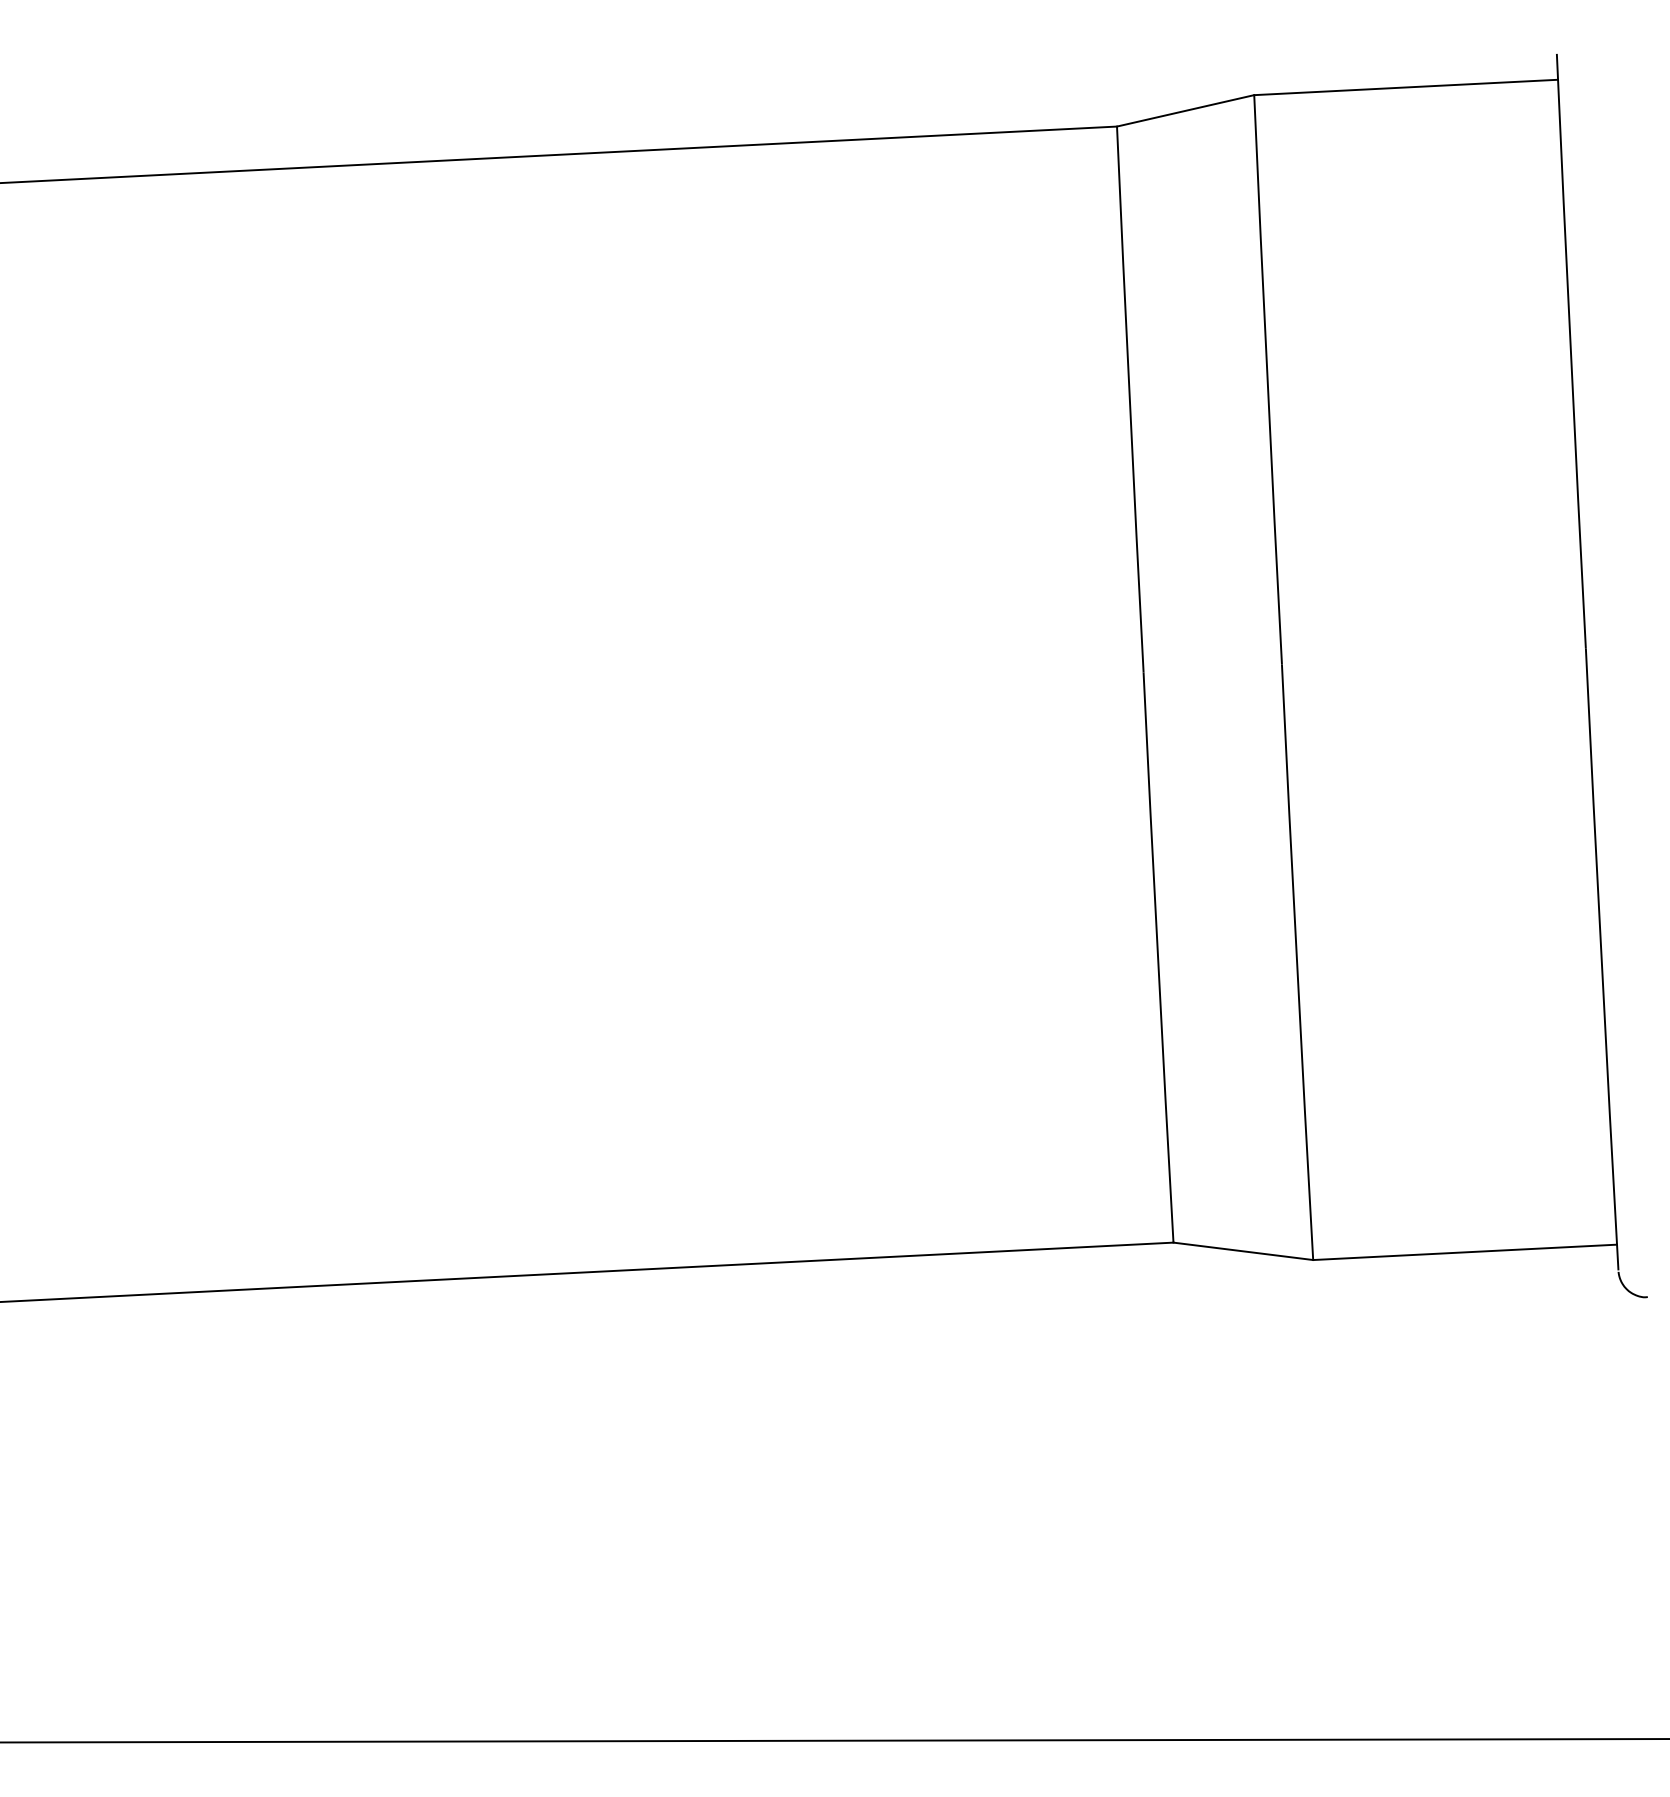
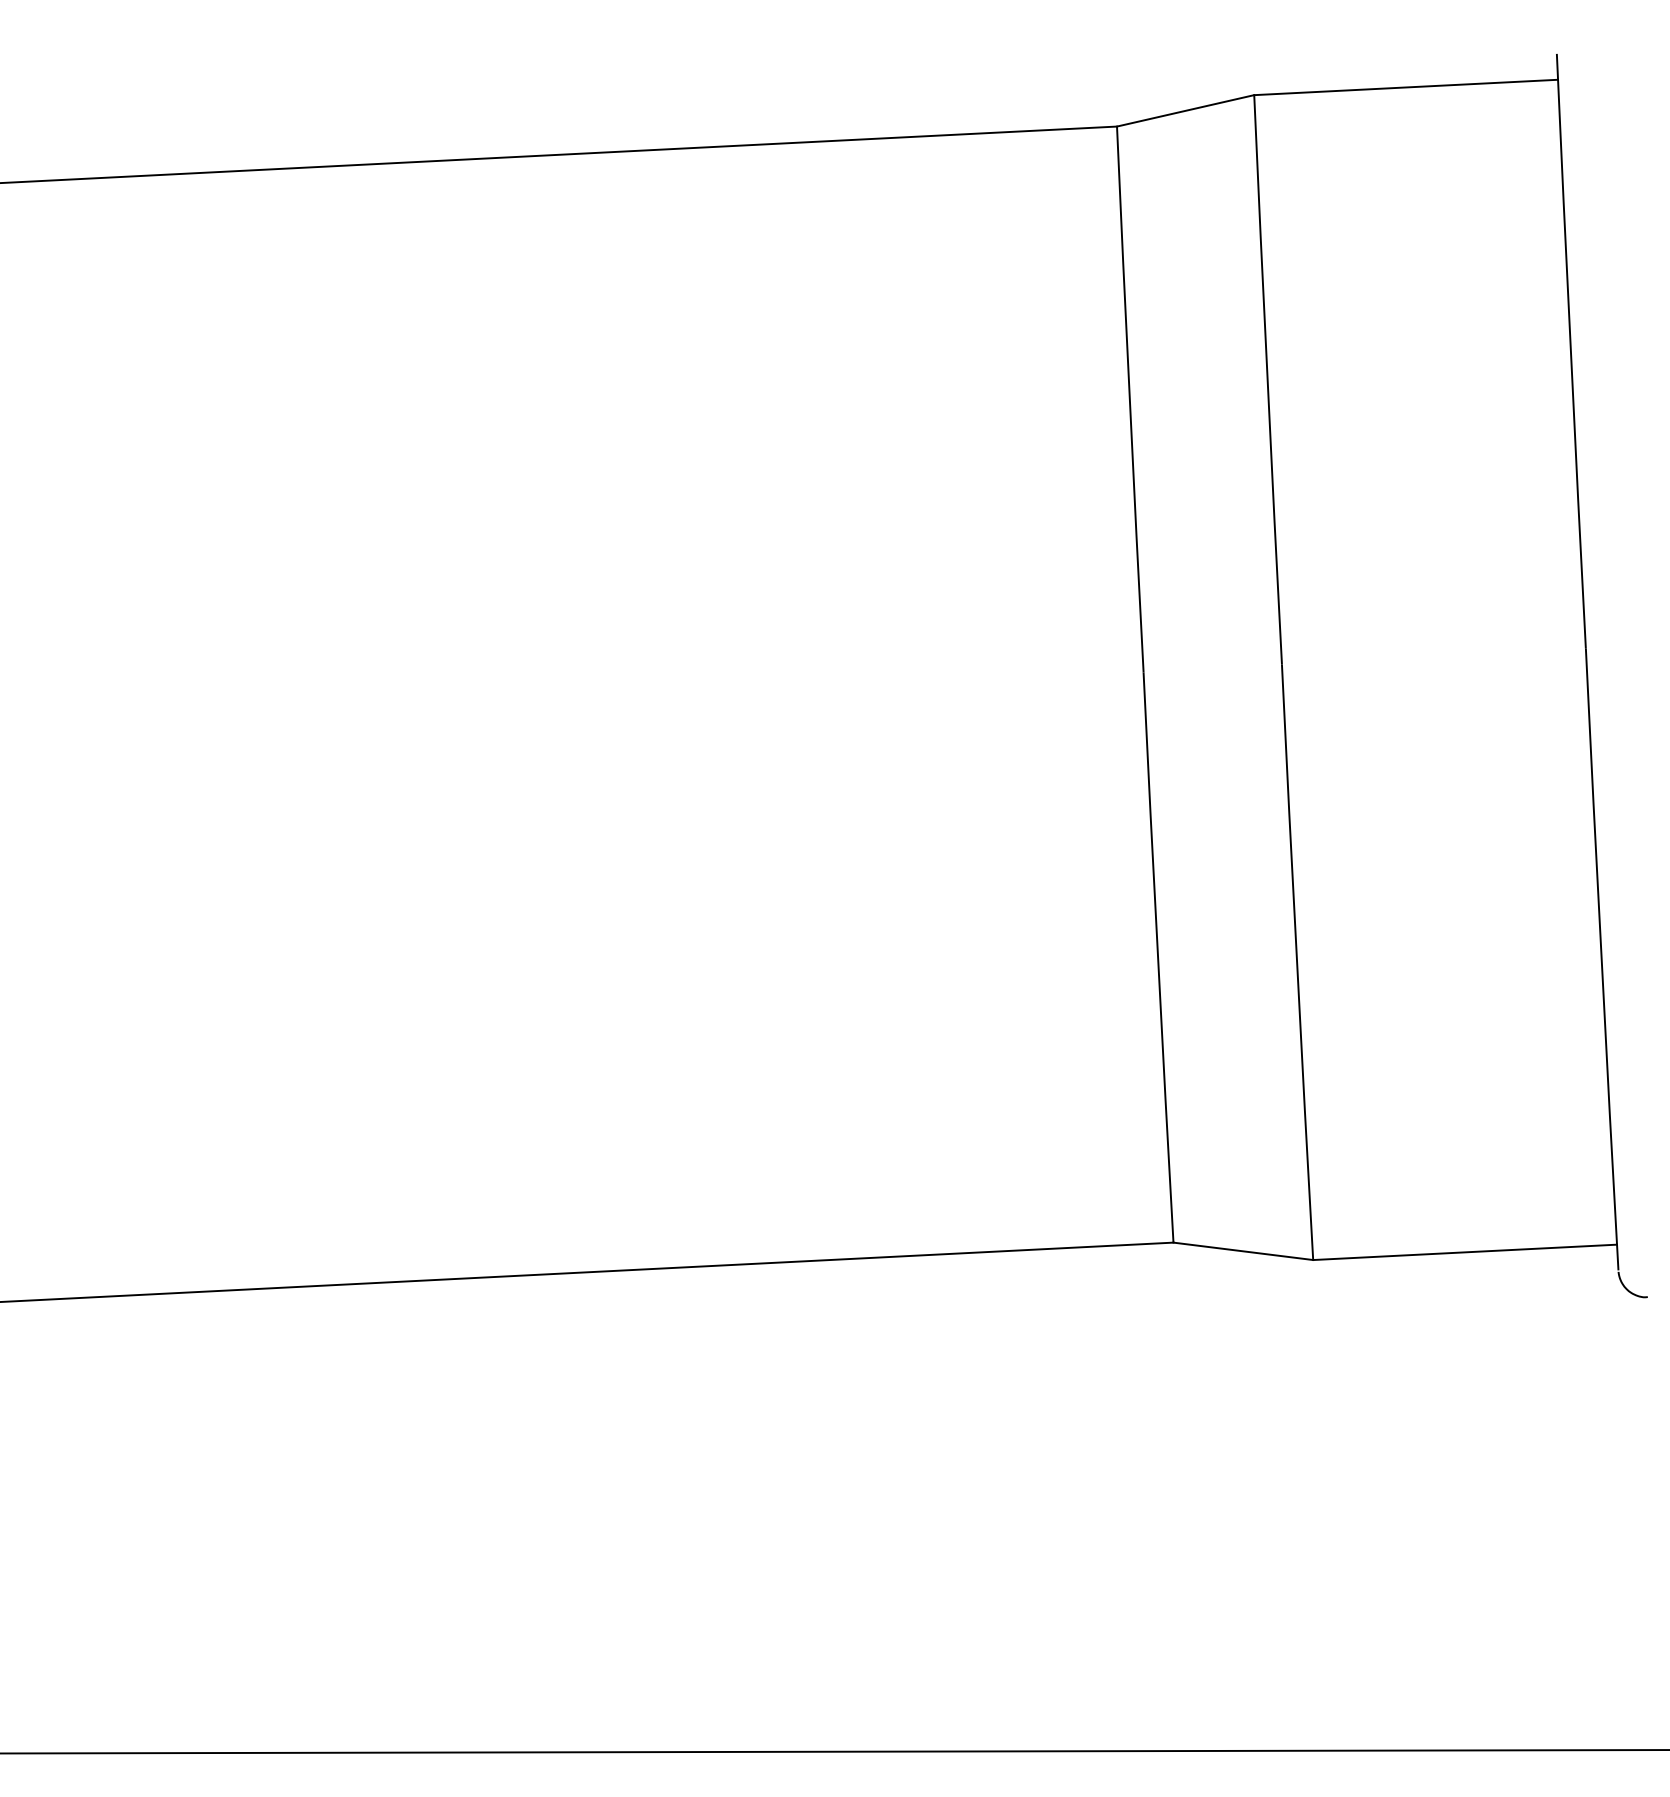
line at (834, 1740) position: (834, 1740) -> (834, 1751)
